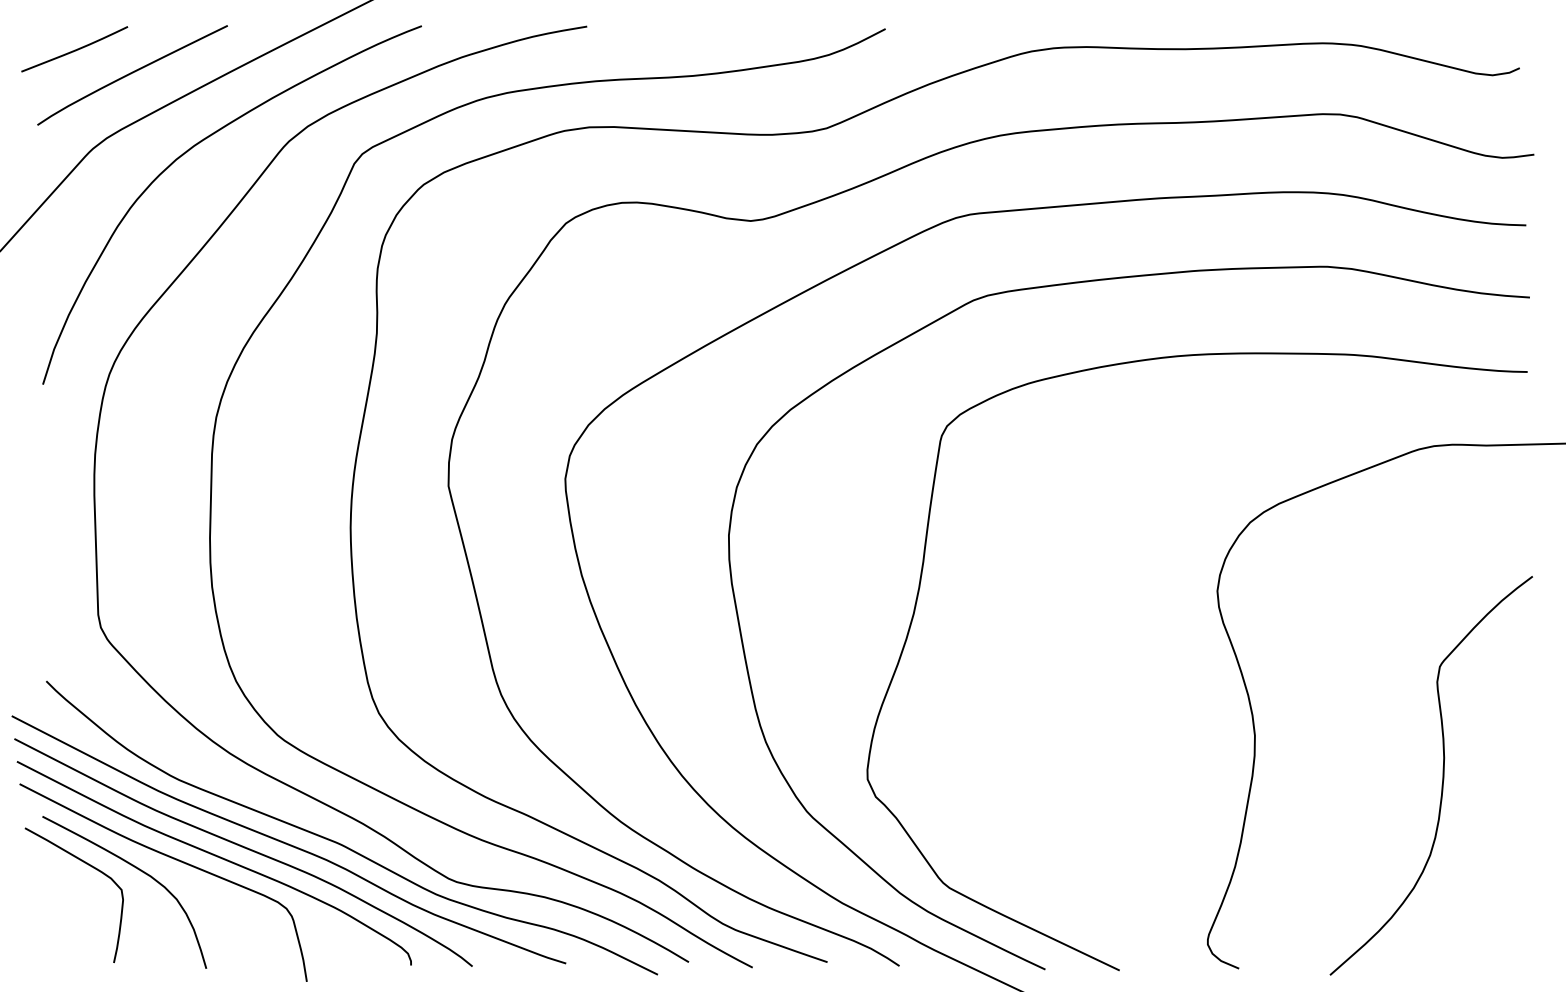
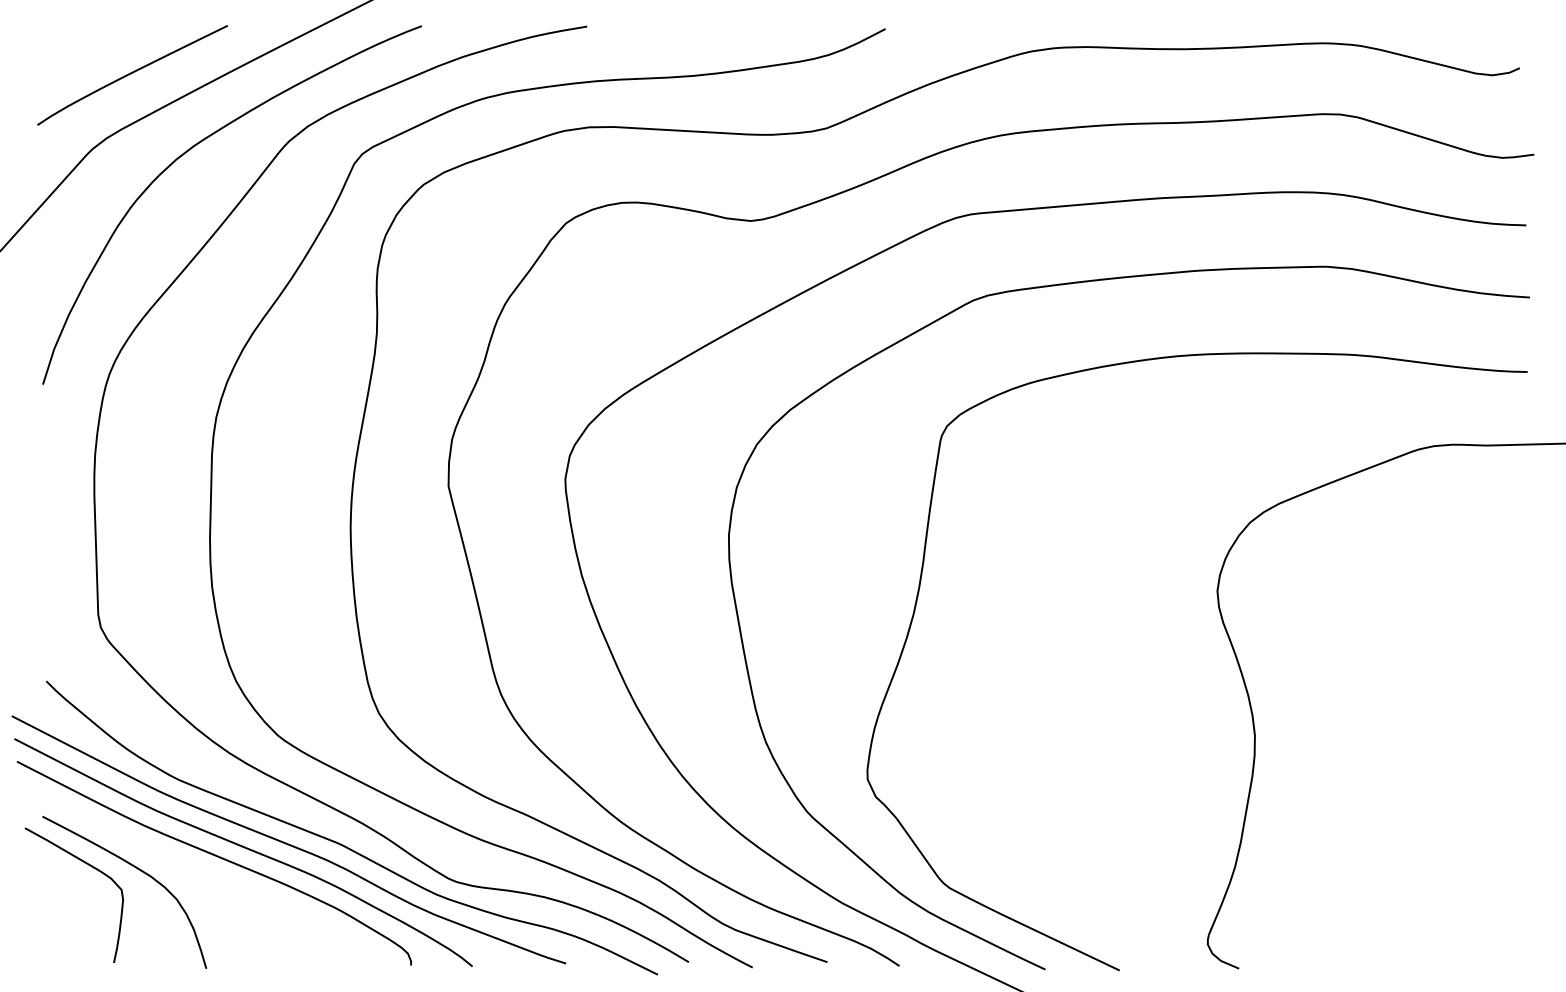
curve at (74, 49): present -> none
curve at (1442, 775): present -> none
curve at (173, 859): present -> none
